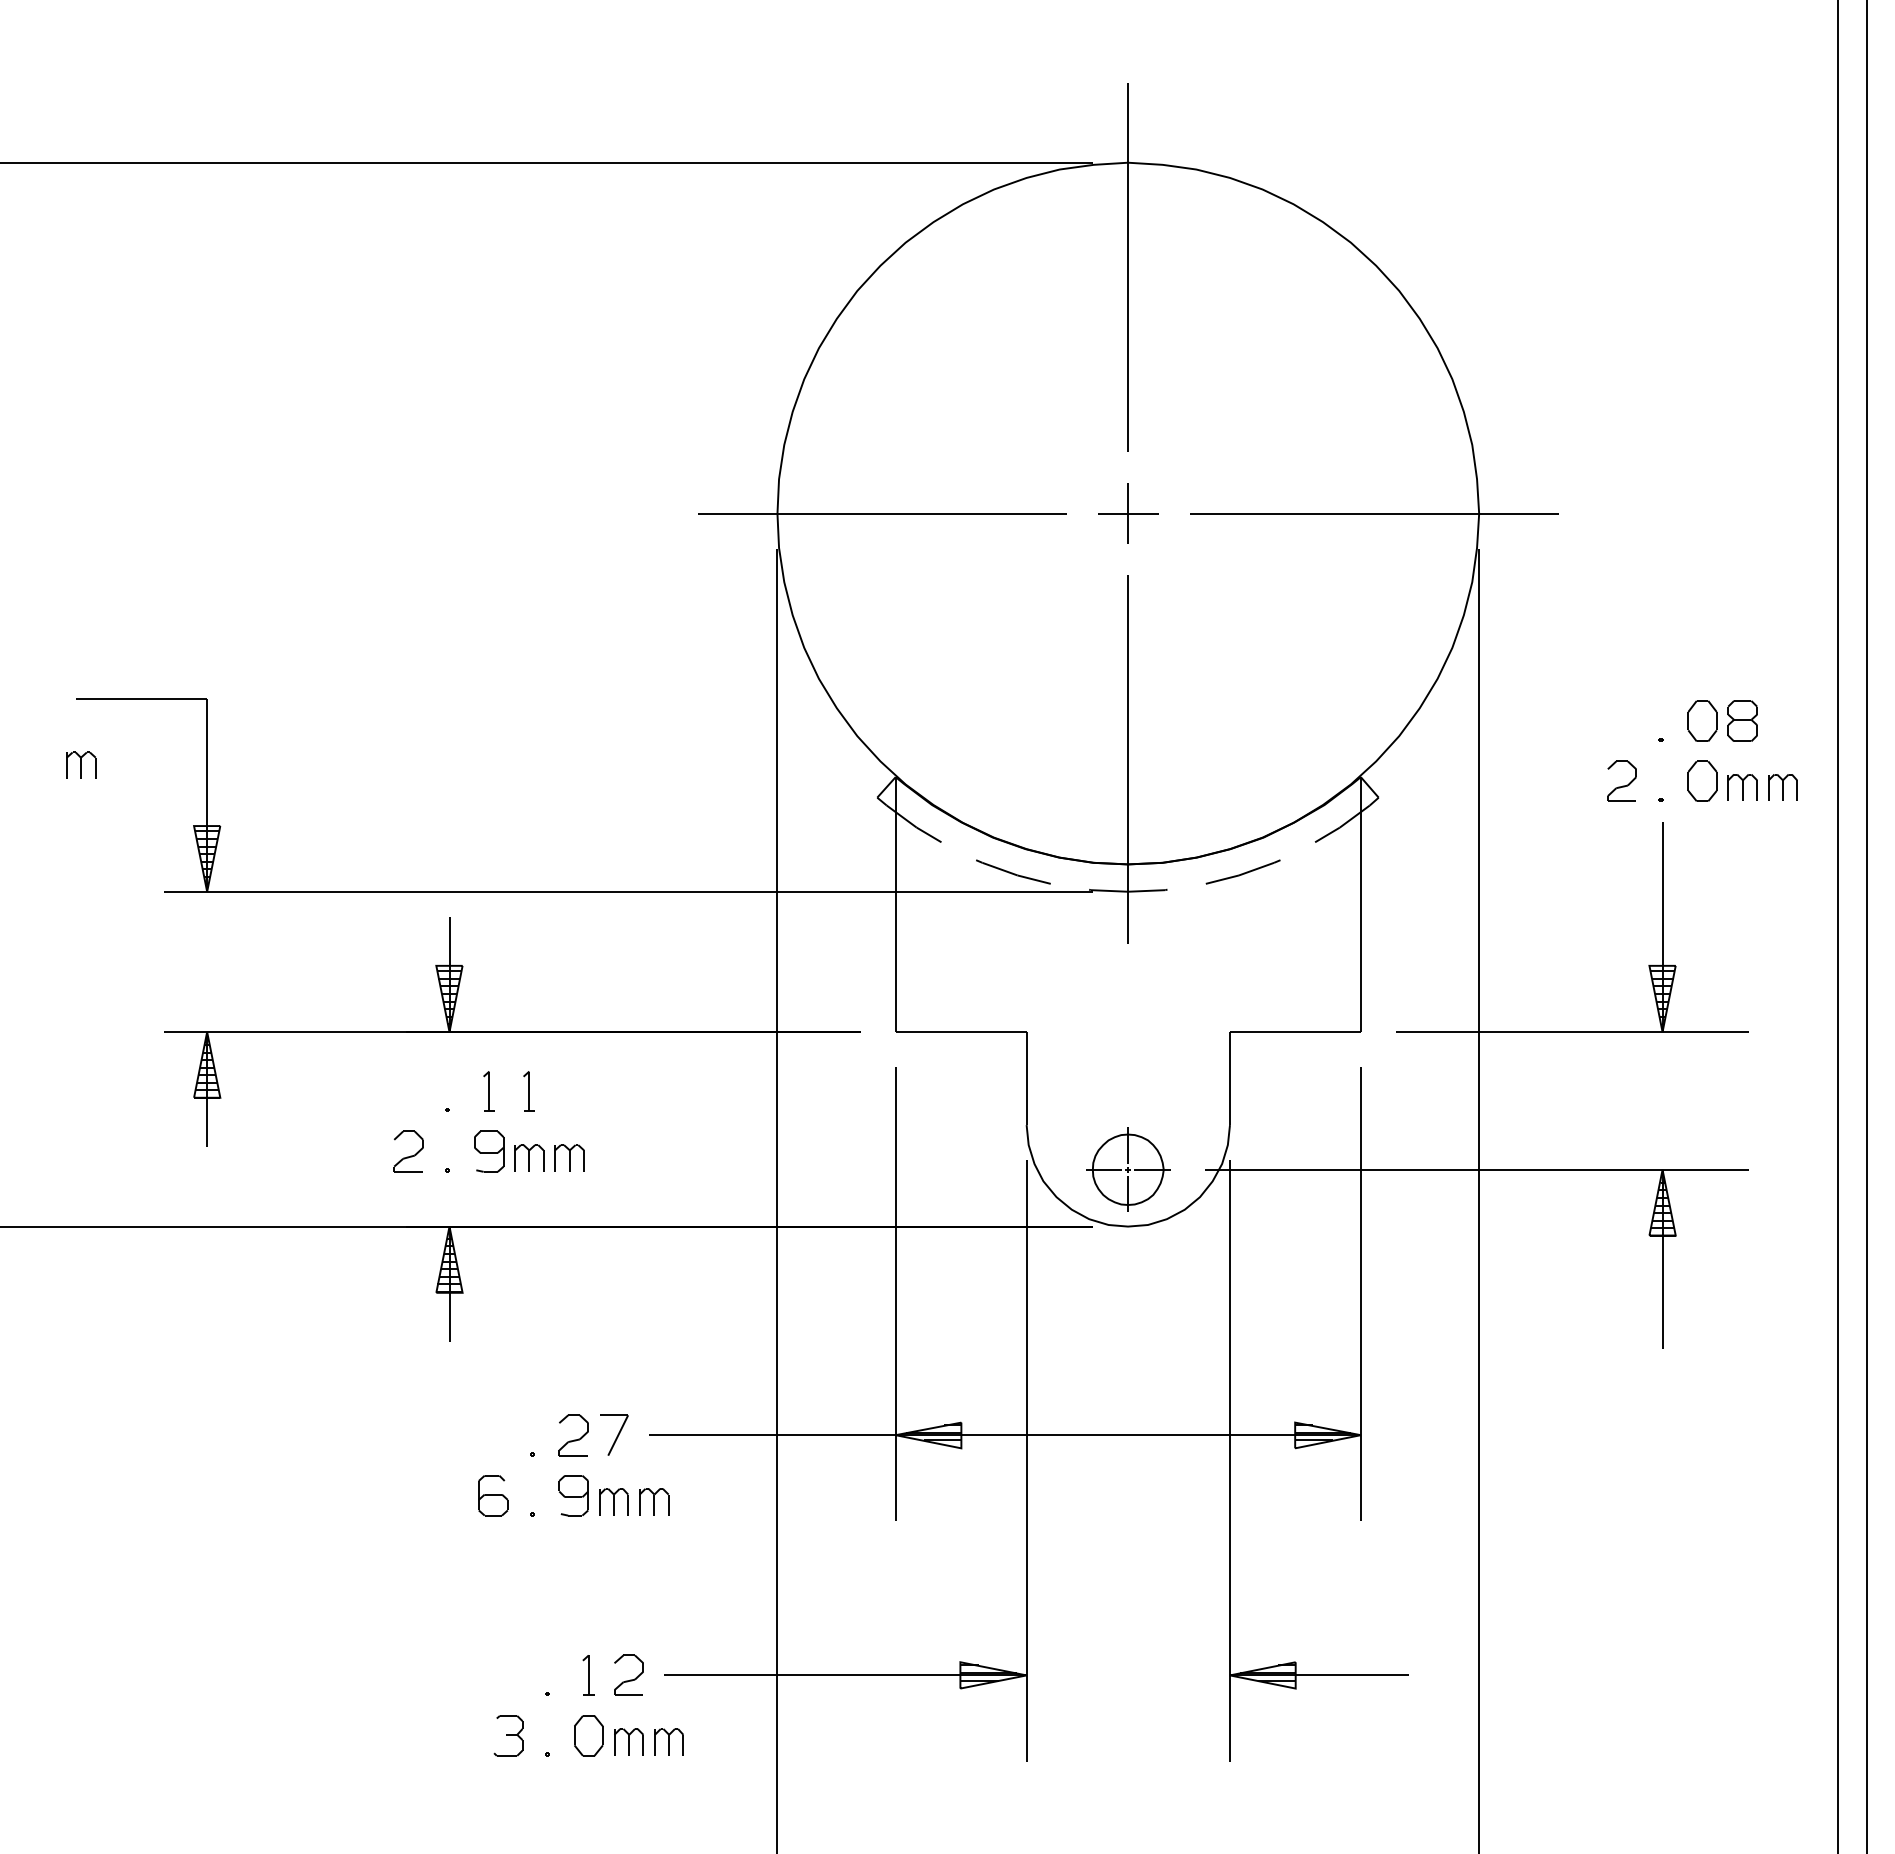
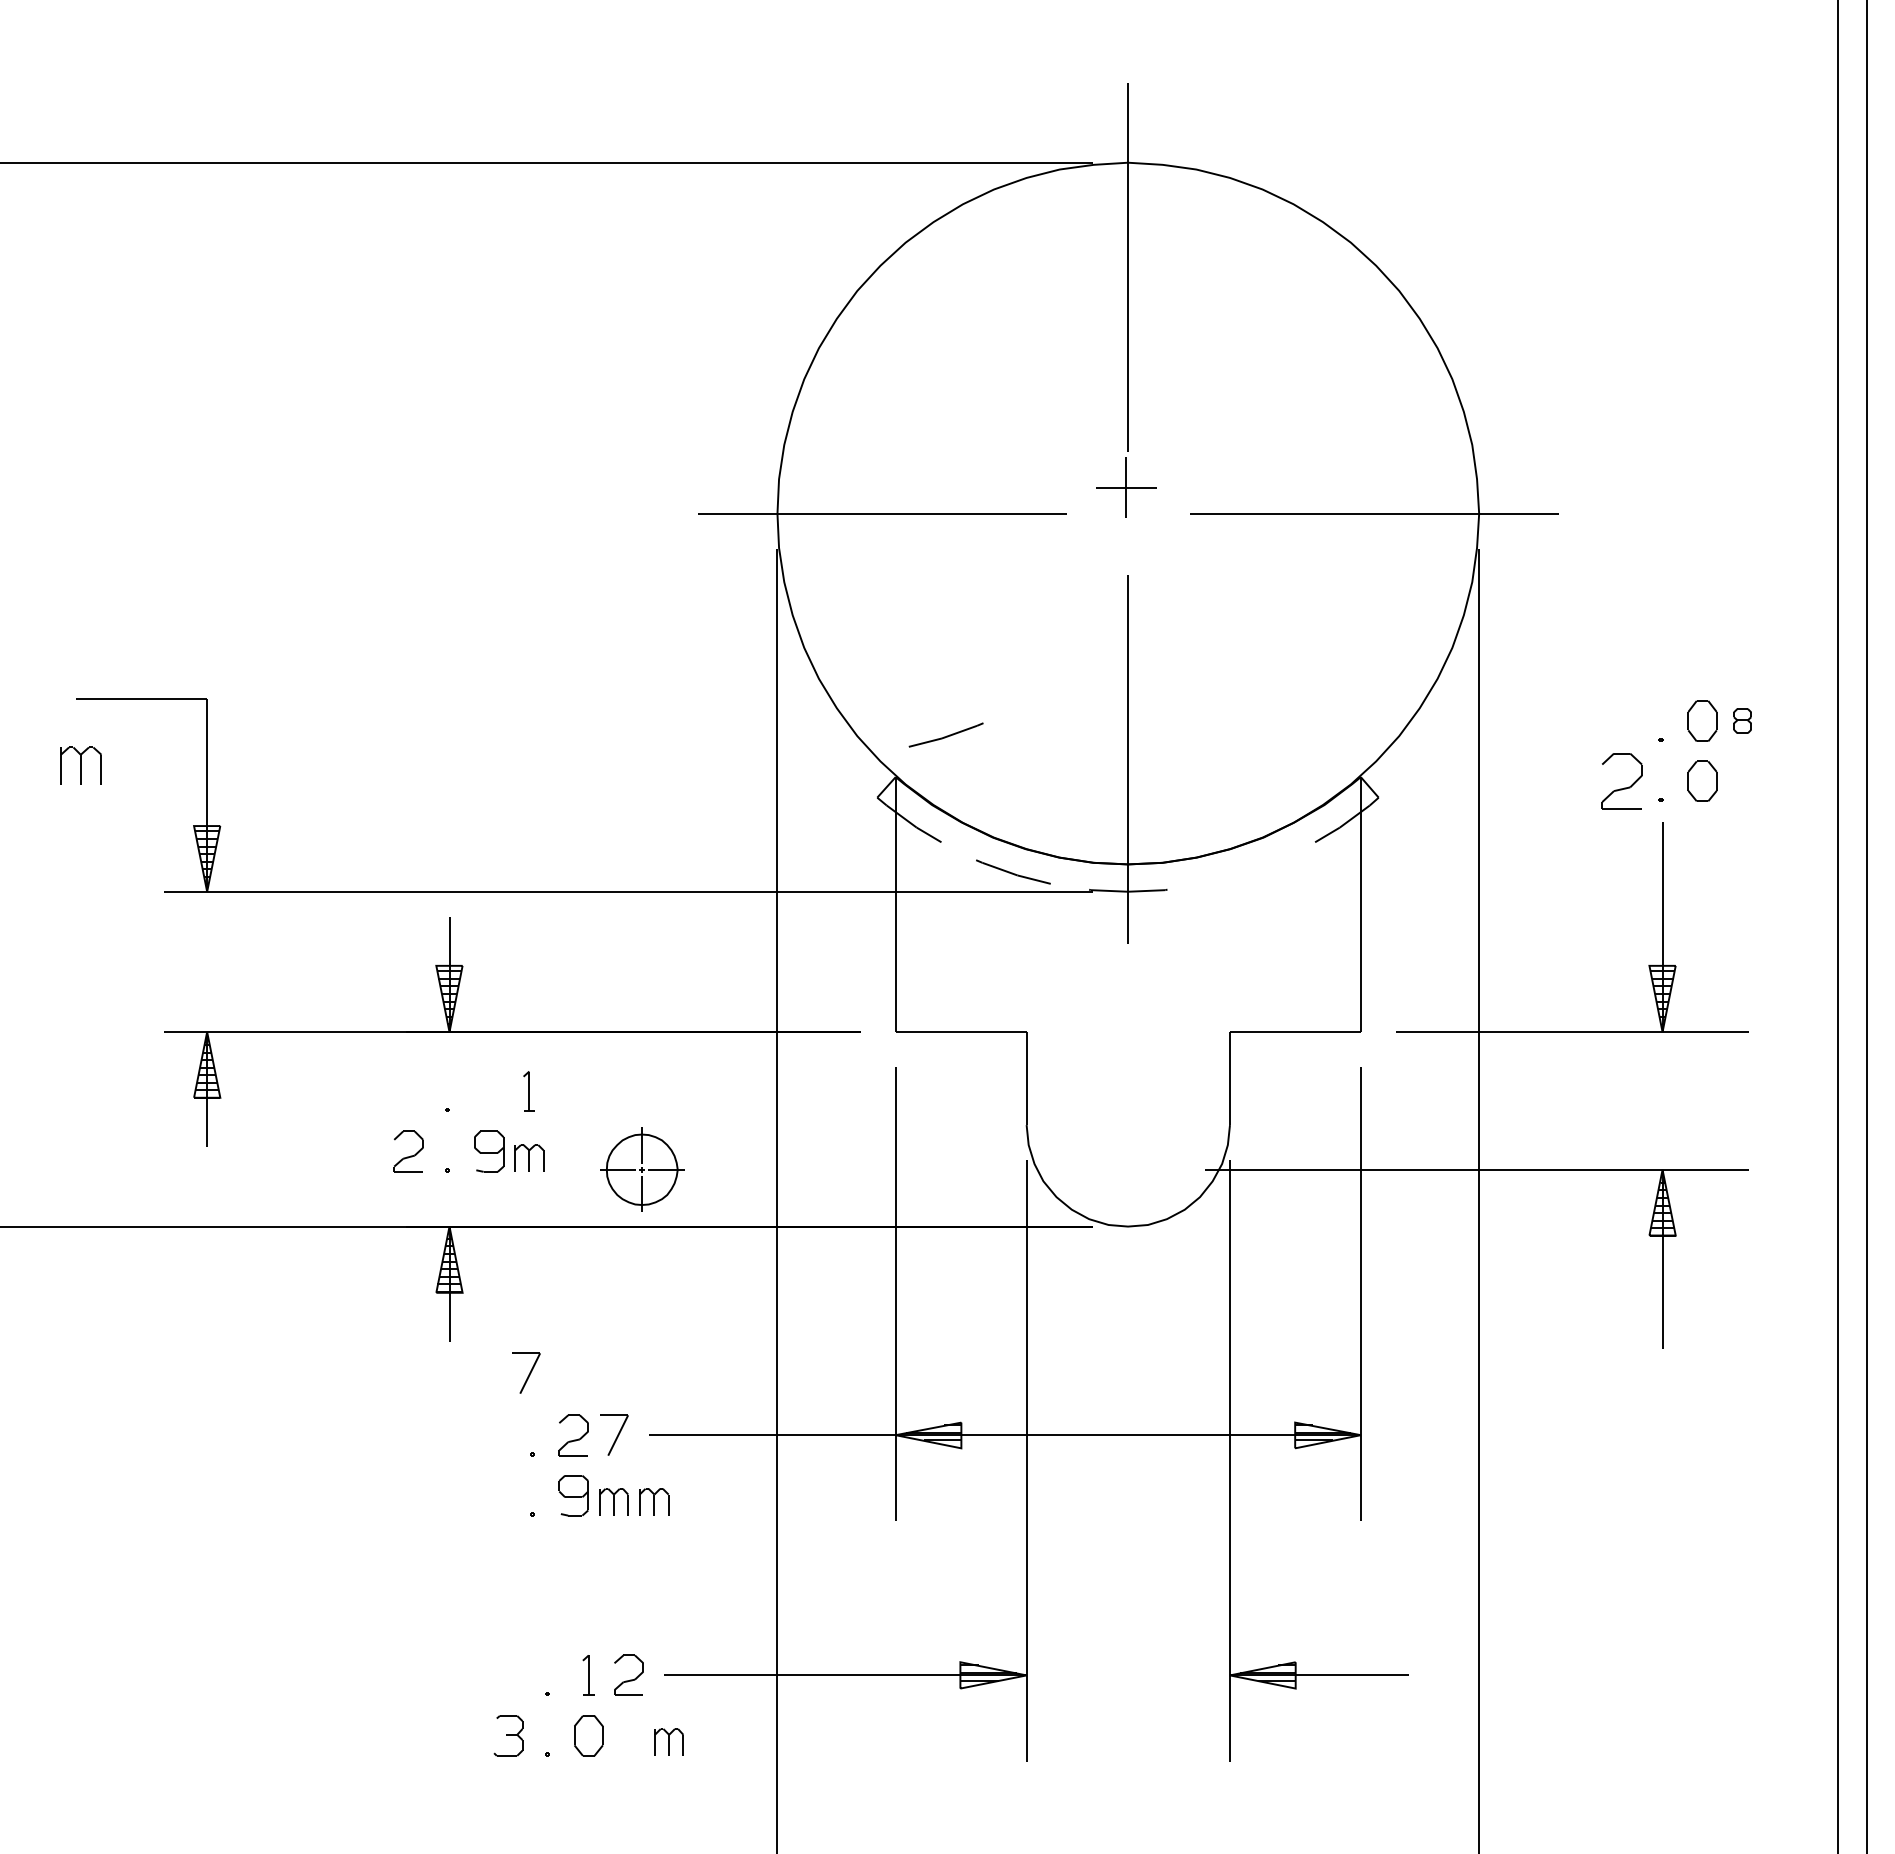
part at (1128, 513) position: (1128, 513) -> (1126, 487)
part at (1742, 720) size: 31x42 px -> 19x26 px
part at (81, 764) size: 31x28 px -> 42x39 px
part at (1621, 780) size: 30x42 px -> 42x57 px
part at (1742, 787): present -> none
part at (1782, 787): present -> none
part at (1242, 871) position: (1242, 871) -> (945, 734)
part at (488, 1091): present -> none
part at (569, 1157): present -> none
part at (1128, 1169) position: (1128, 1169) -> (642, 1169)
part at (526, 1372): none -> present
part at (493, 1495): present -> none
part at (628, 1741): present -> none
